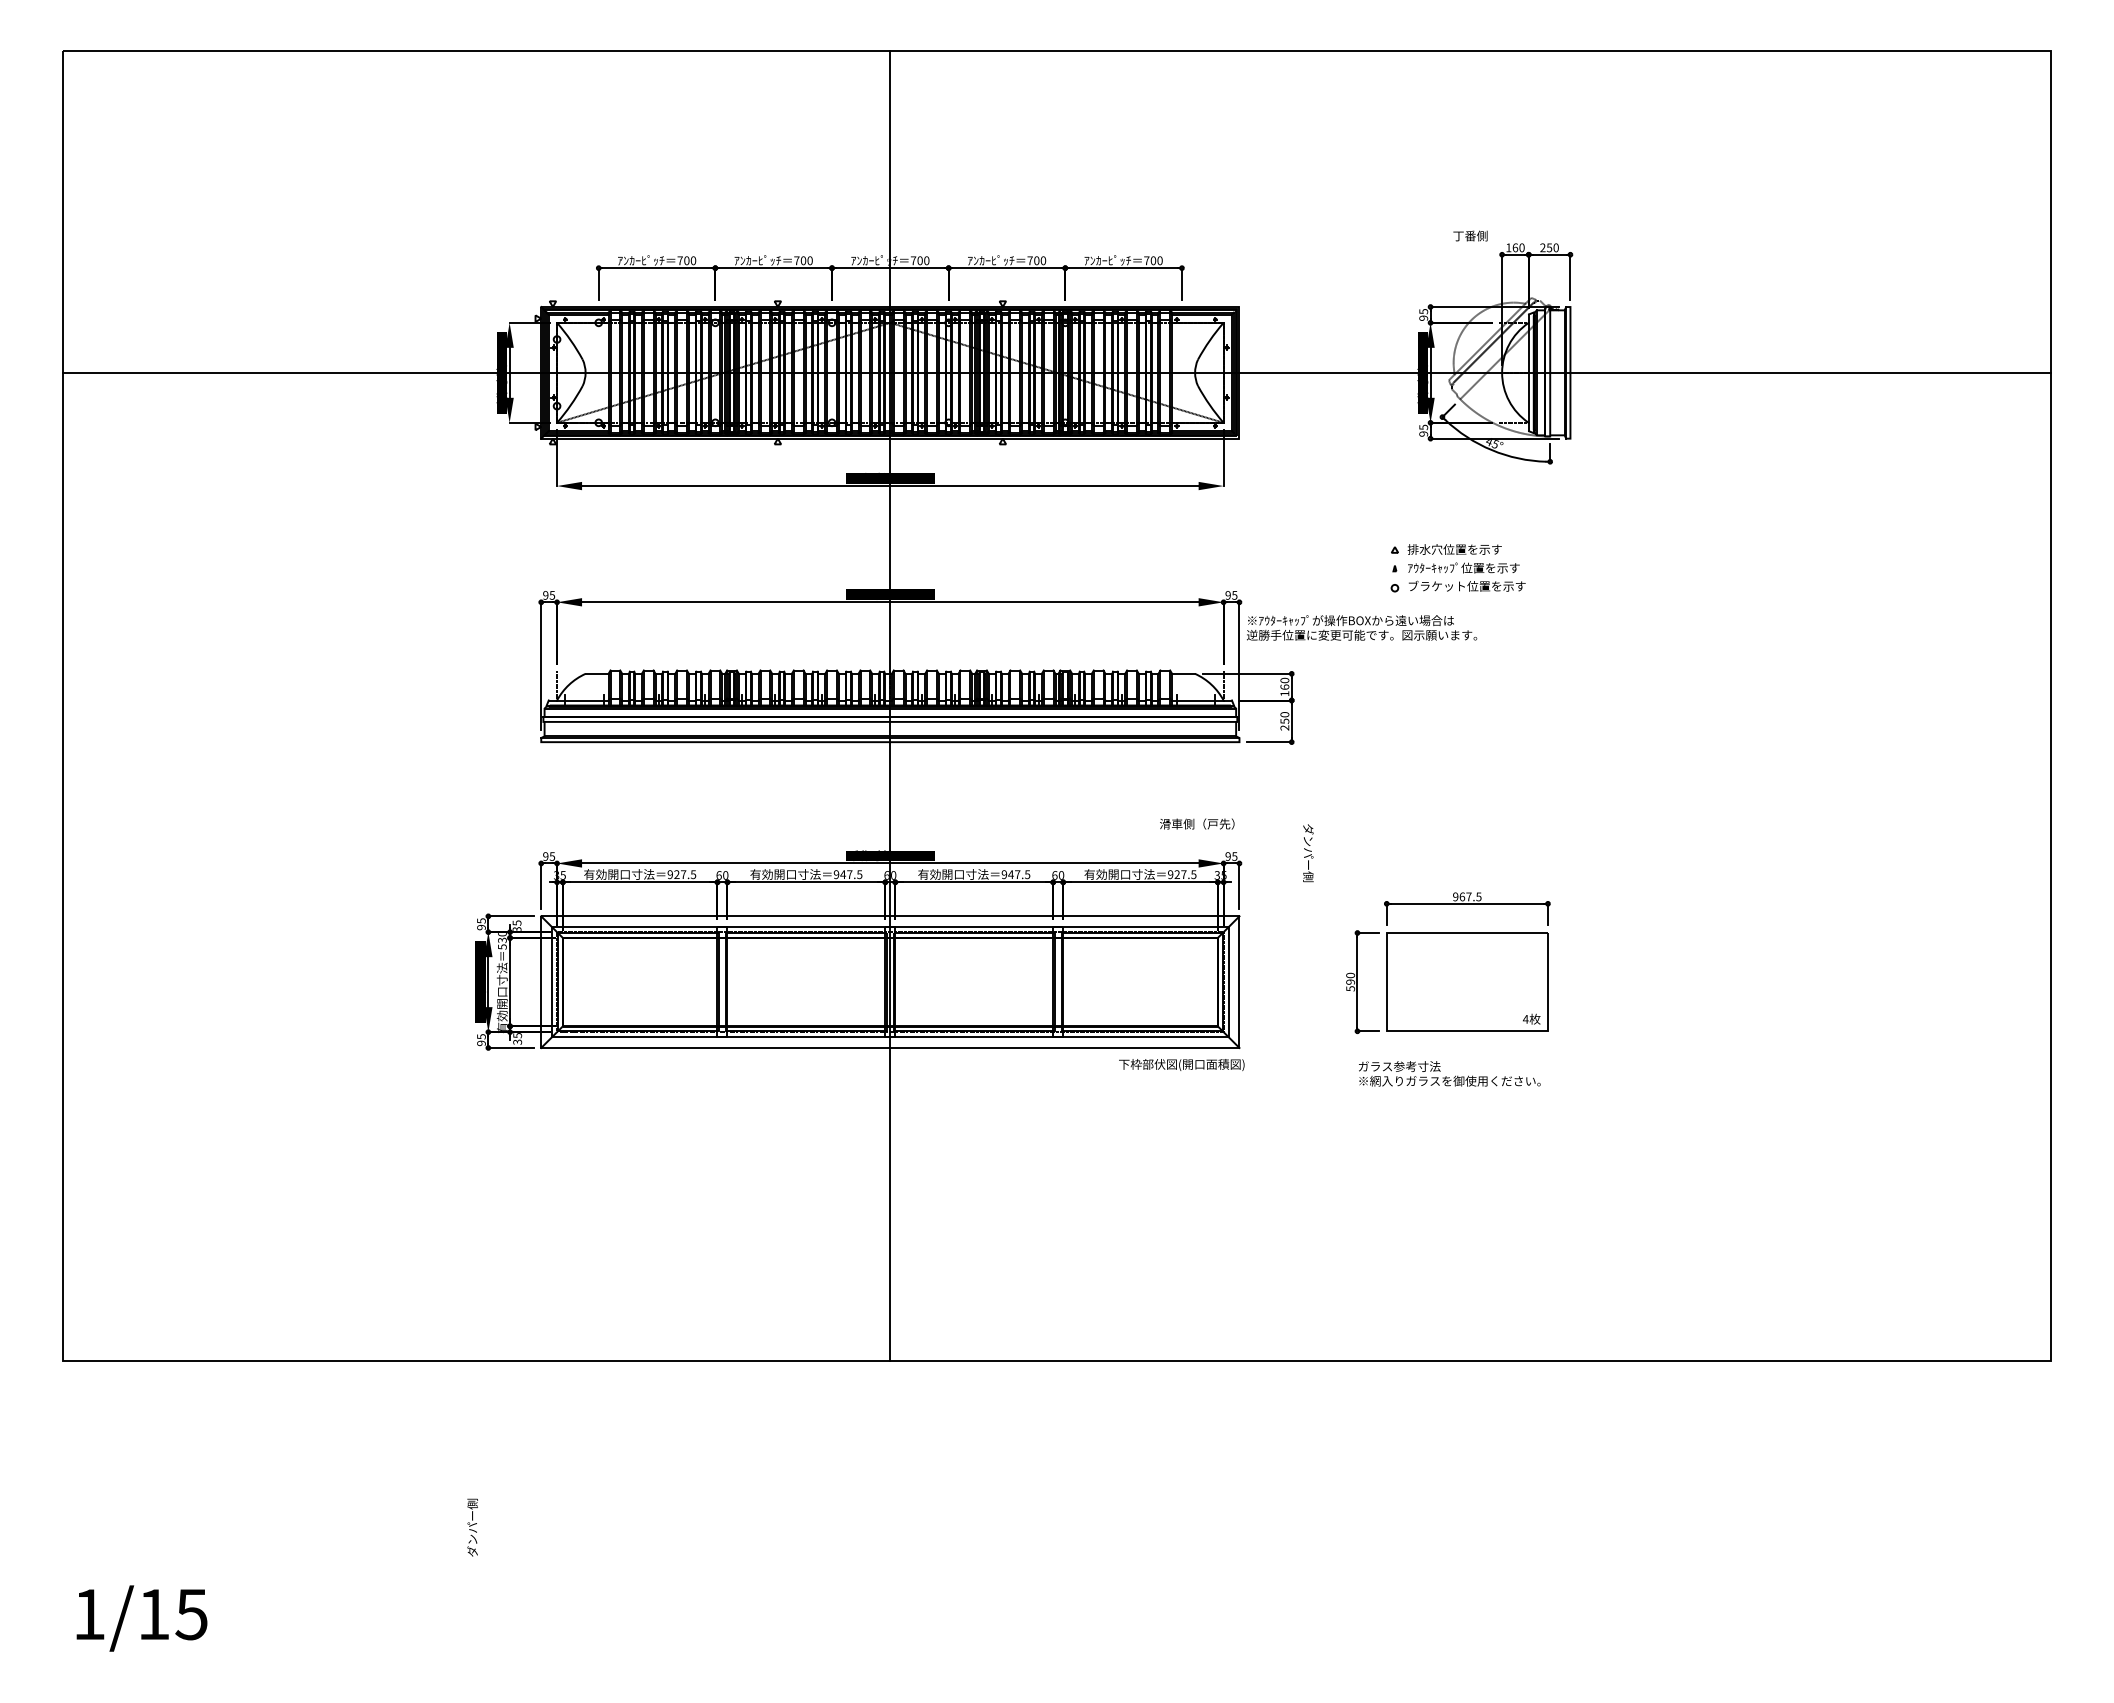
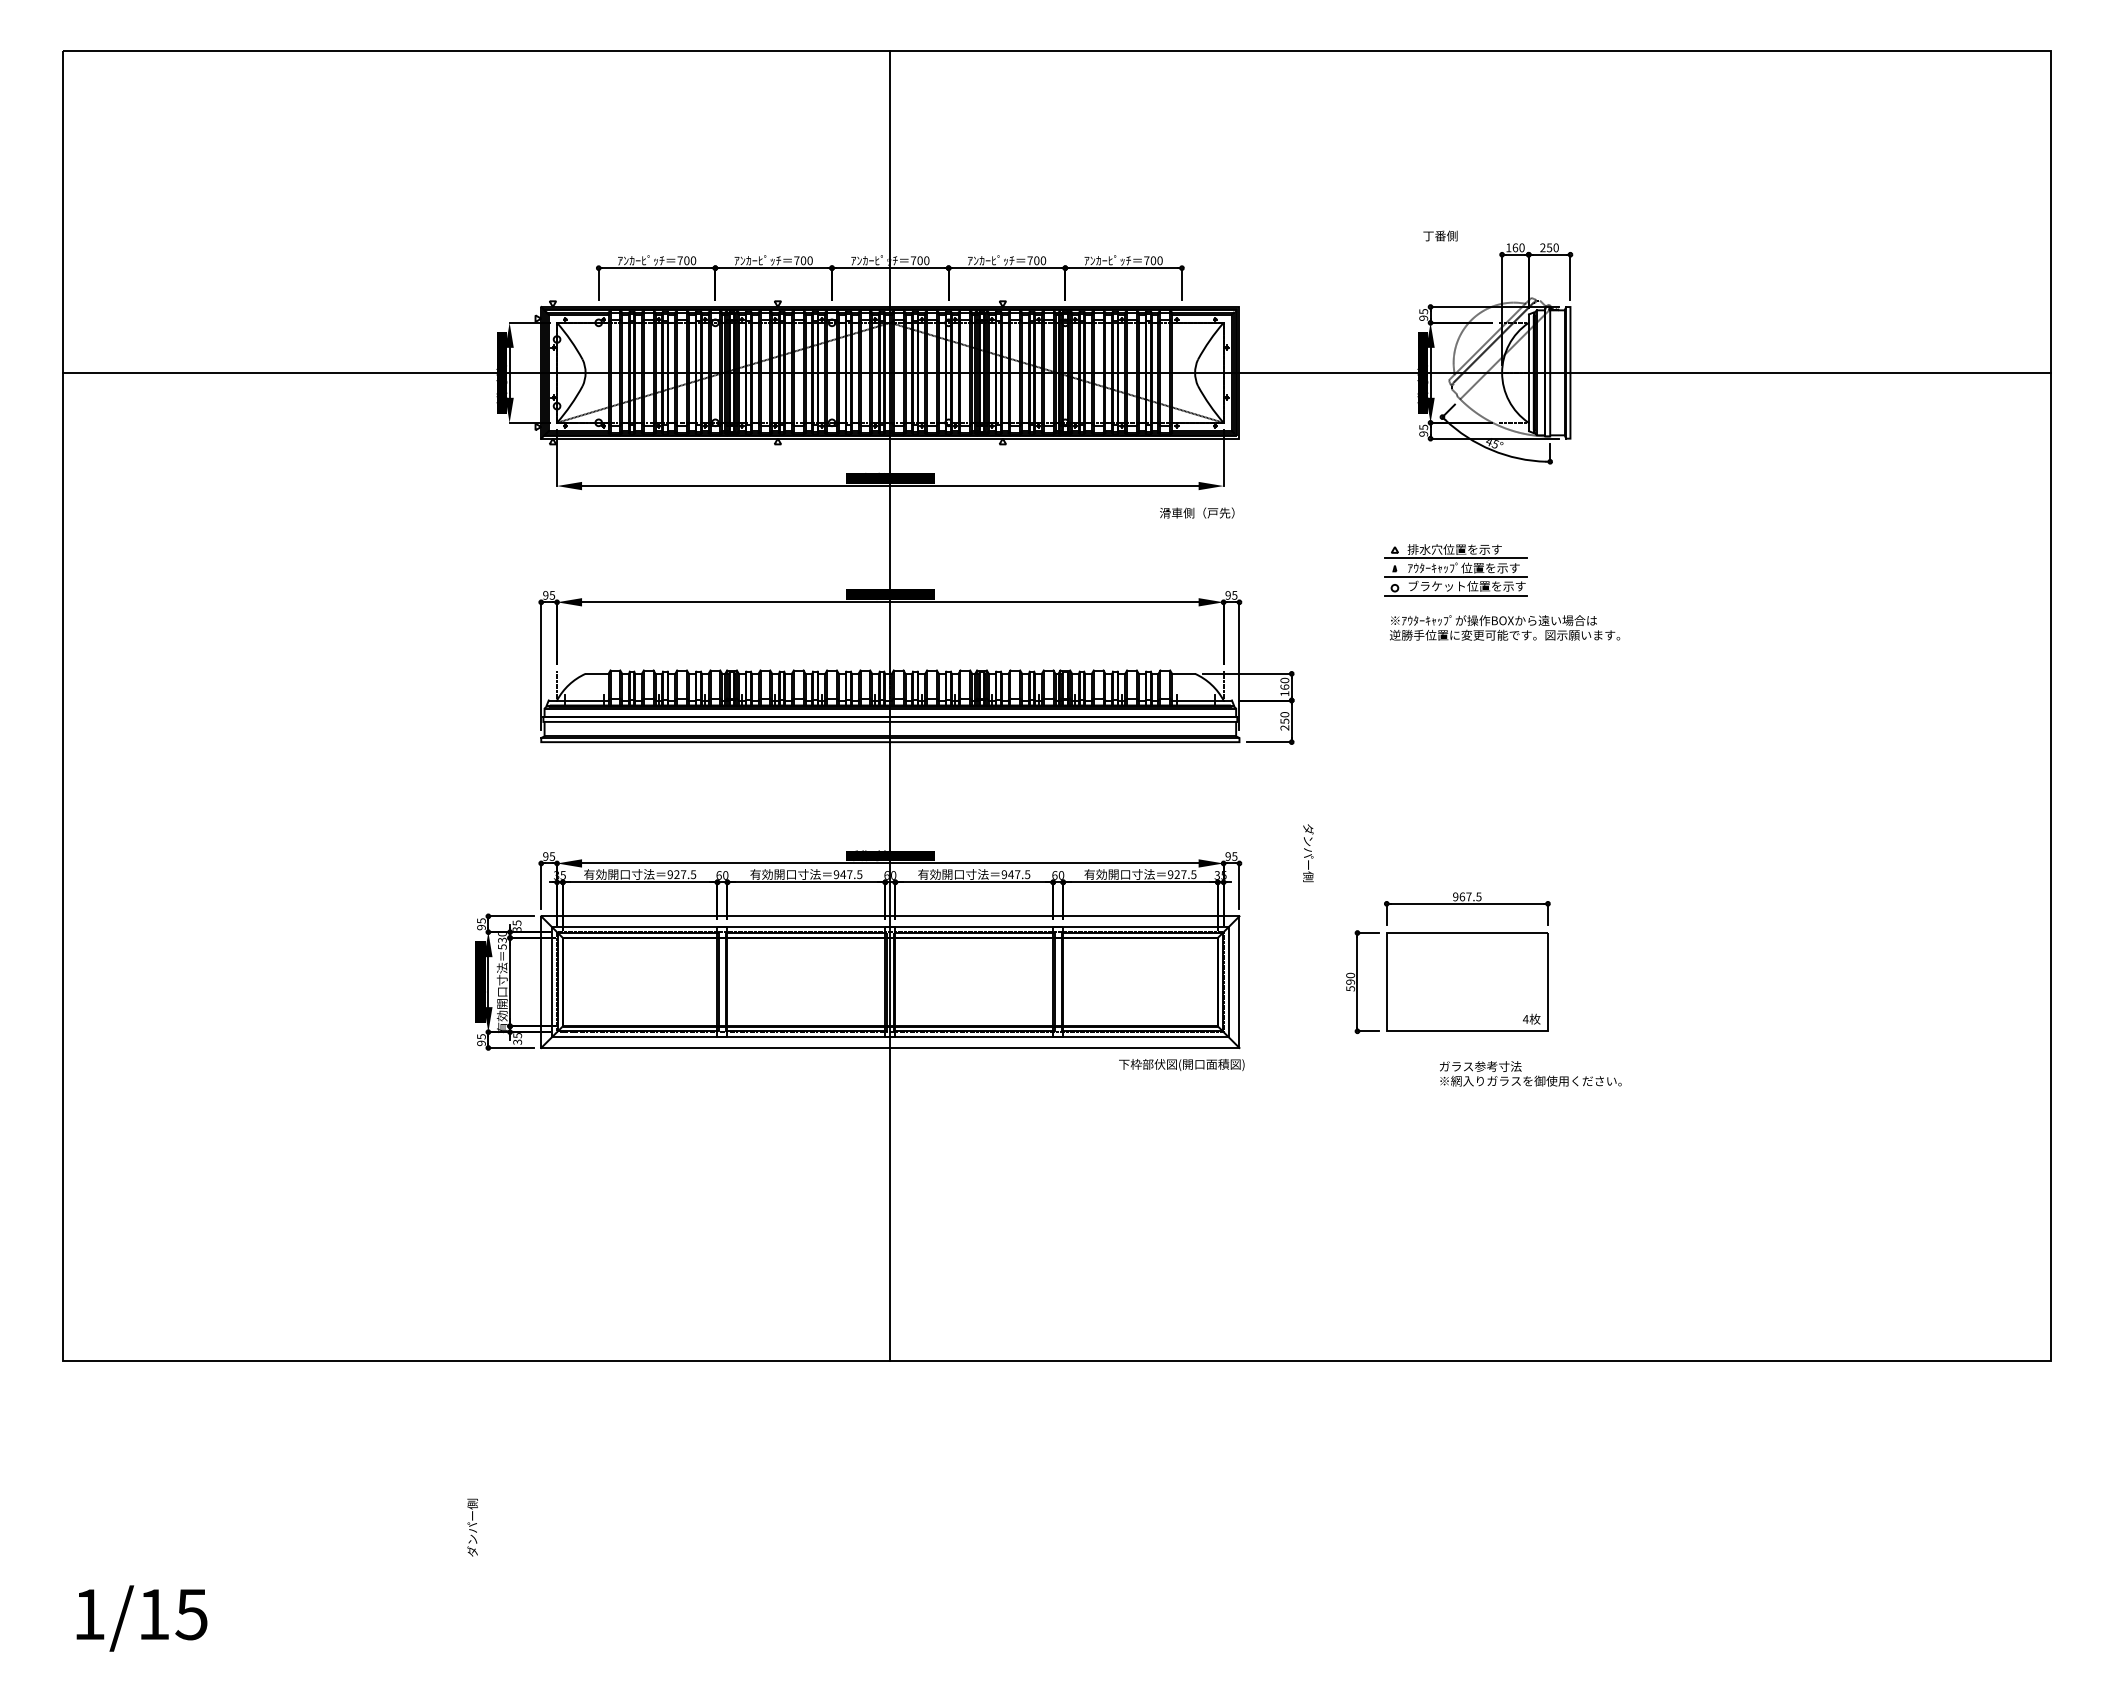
text at (1470, 235) position: (1470, 235) -> (1440, 235)
line at (1455, 557): none -> present
line at (1455, 577): none -> present
line at (1455, 595): none -> present
text at (1362, 627) position: (1362, 627) -> (1505, 627)
text at (1197, 823) position: (1197, 823) -> (1197, 512)
text at (1449, 1073) position: (1449, 1073) -> (1530, 1073)
